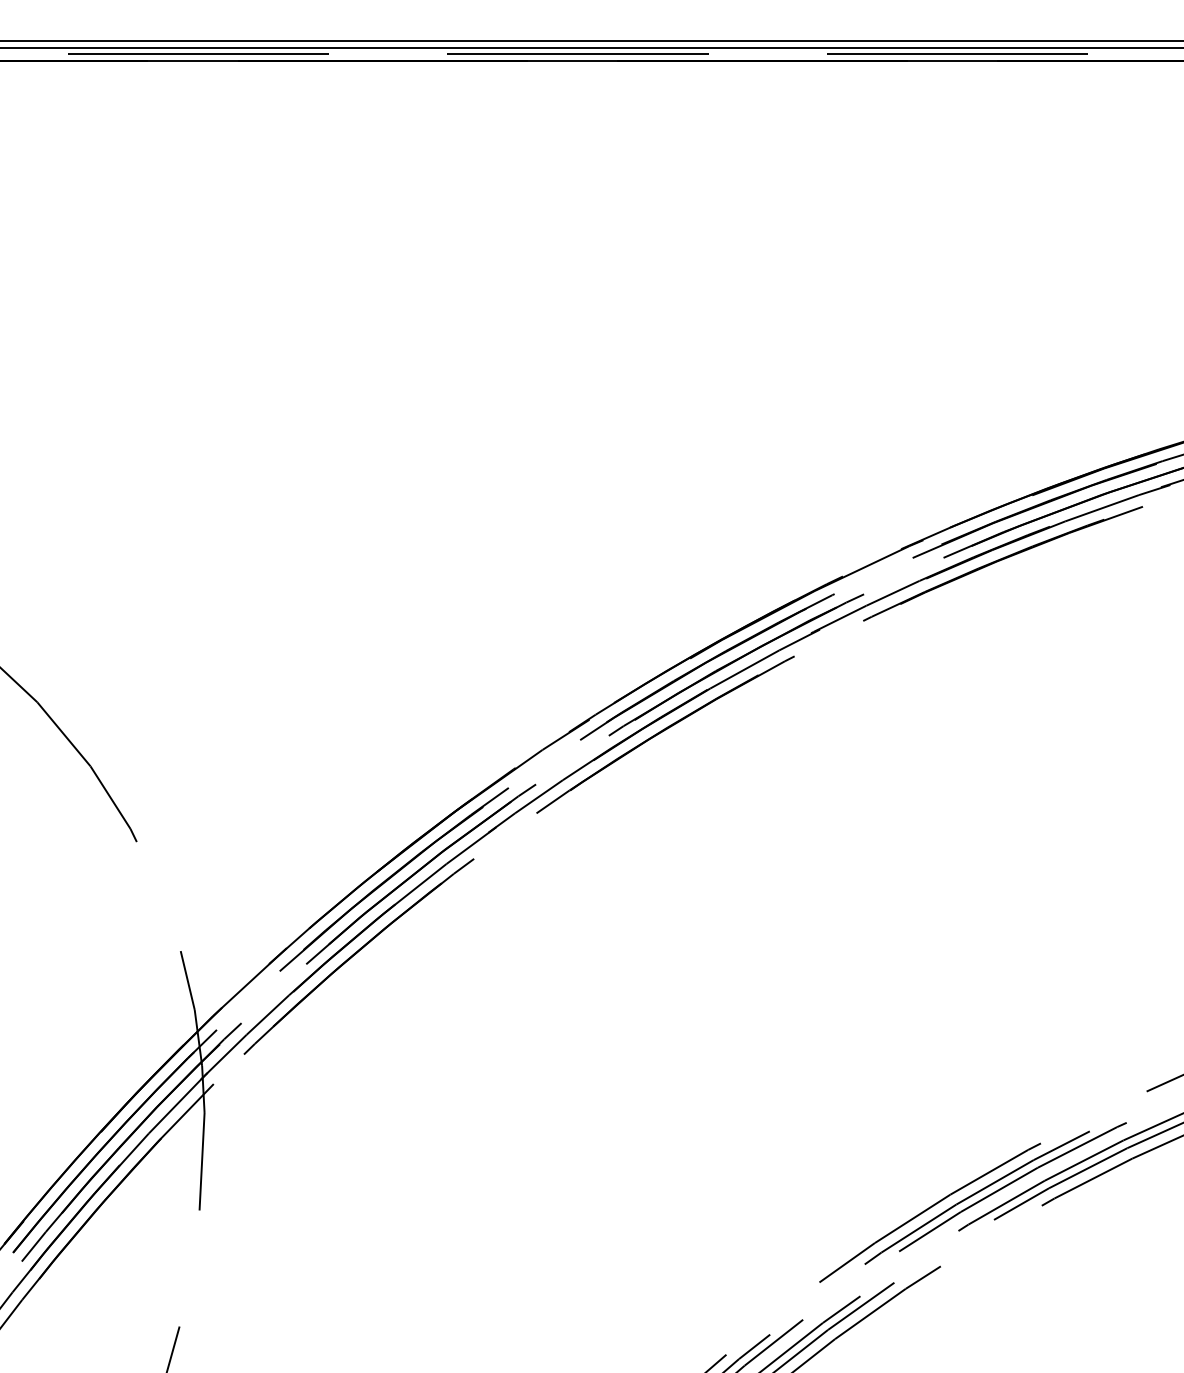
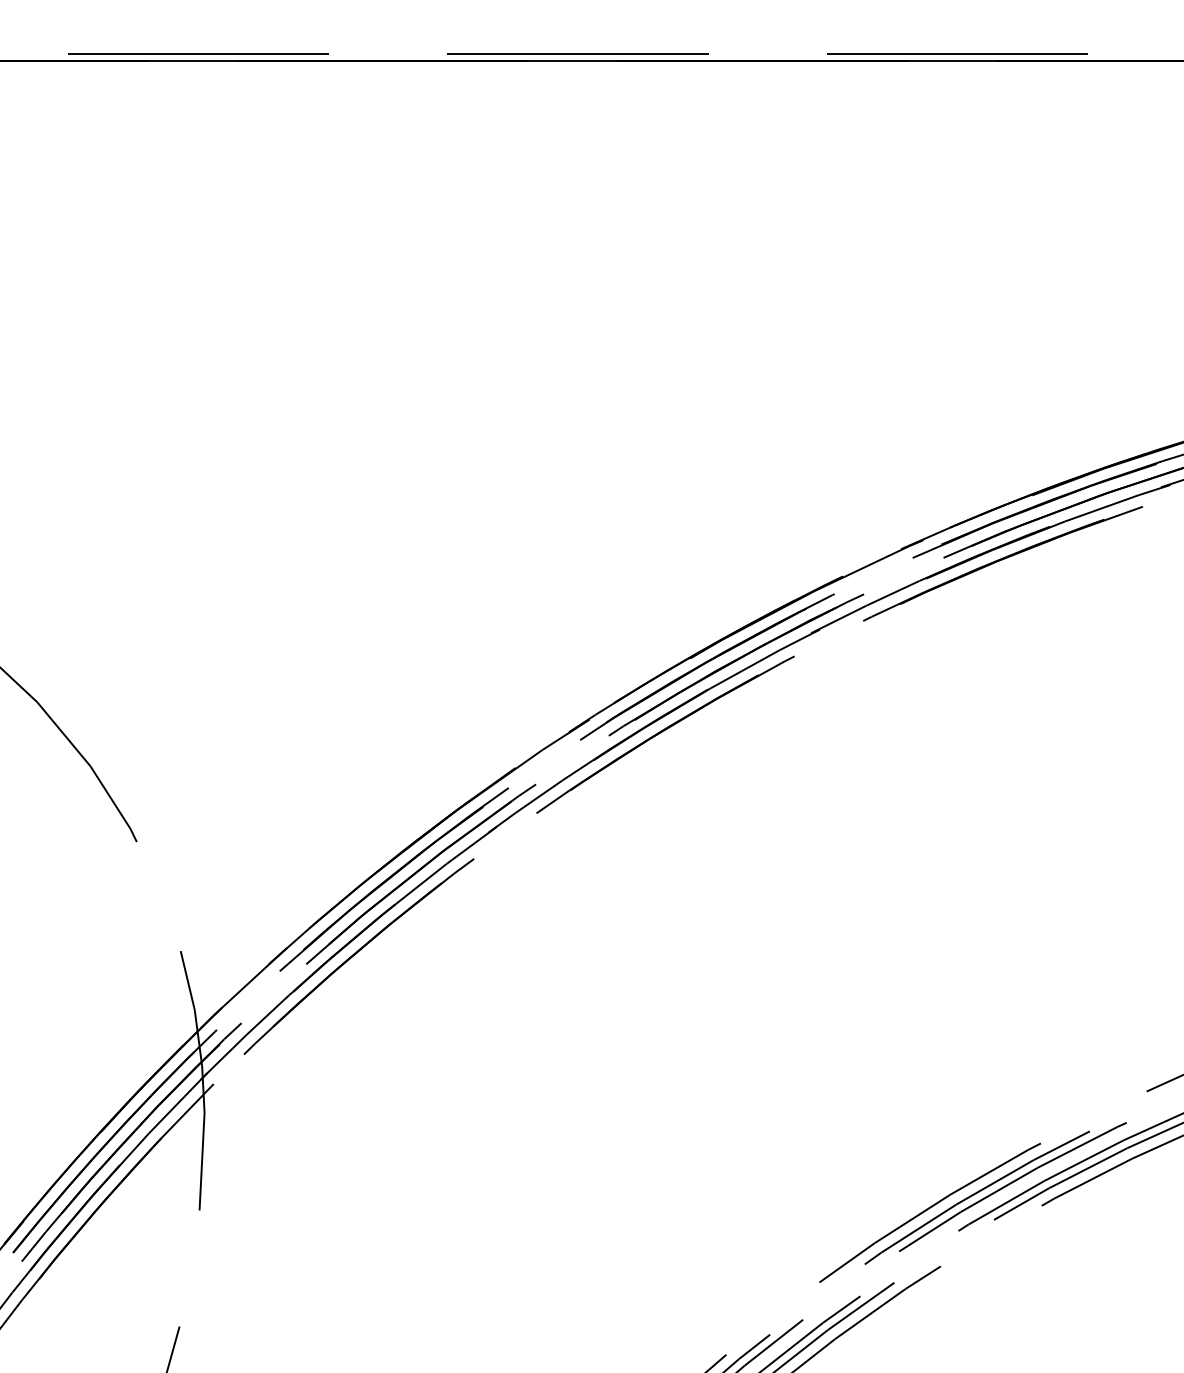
line at (591, 41): present -> none
line at (591, 47): present -> none
